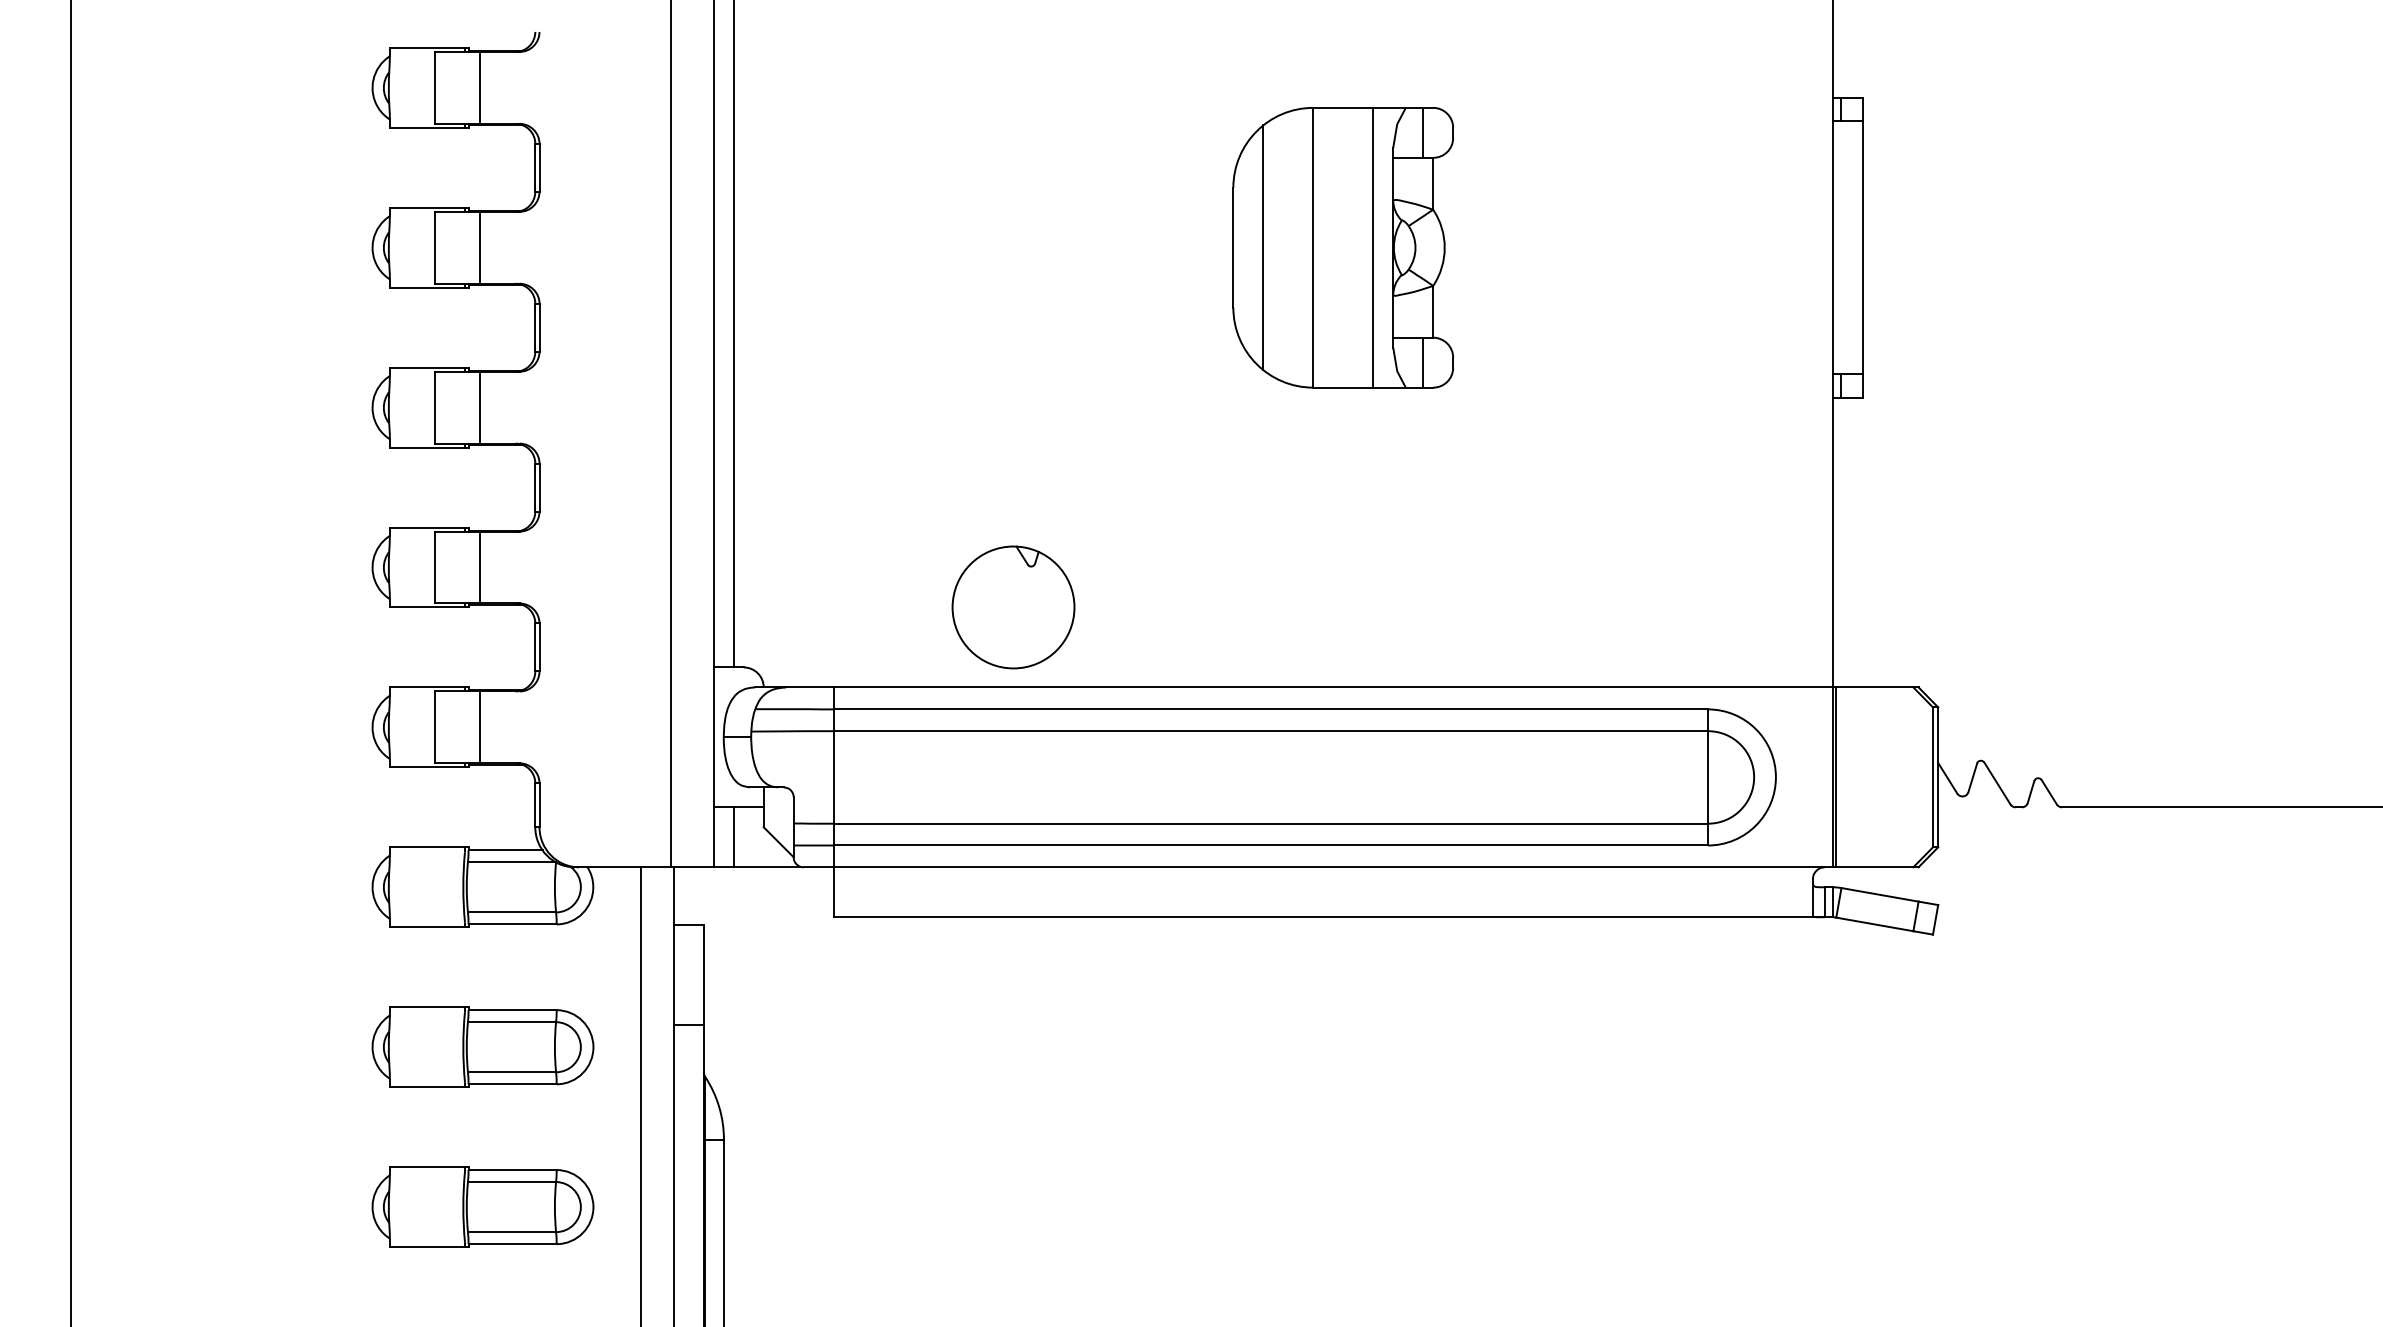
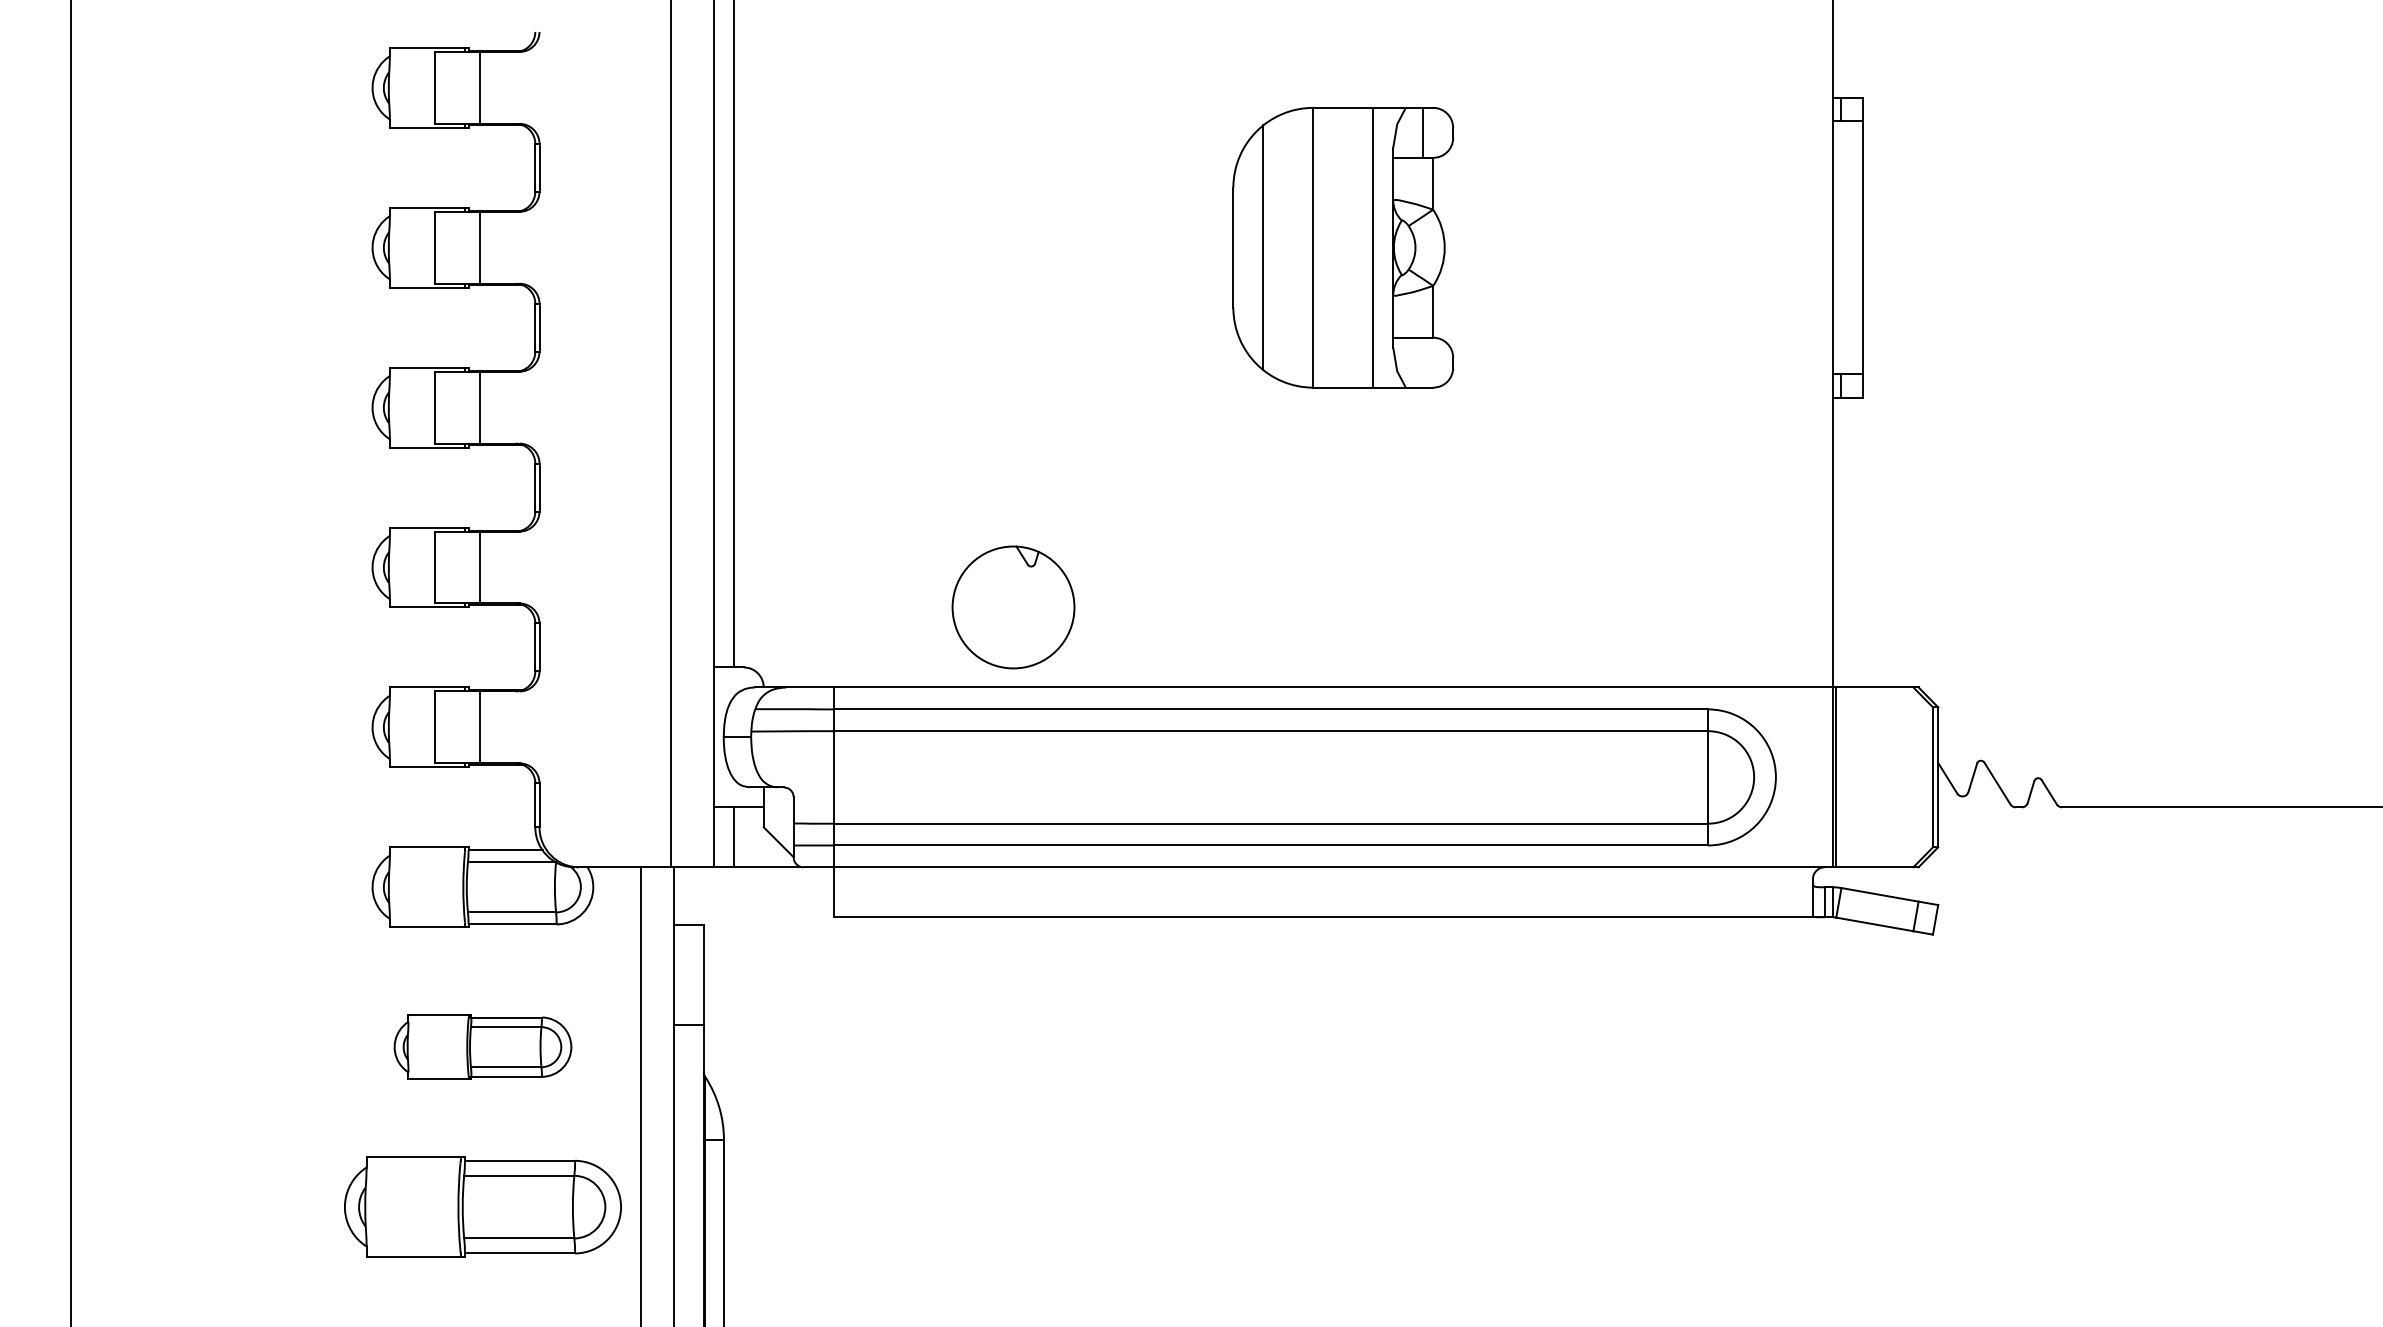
line at (1423, 362): present -> none
part at (482, 1046) size: 224x82 px -> 180x66 px
part at (482, 1206) size: 224x82 px -> 278x102 px
